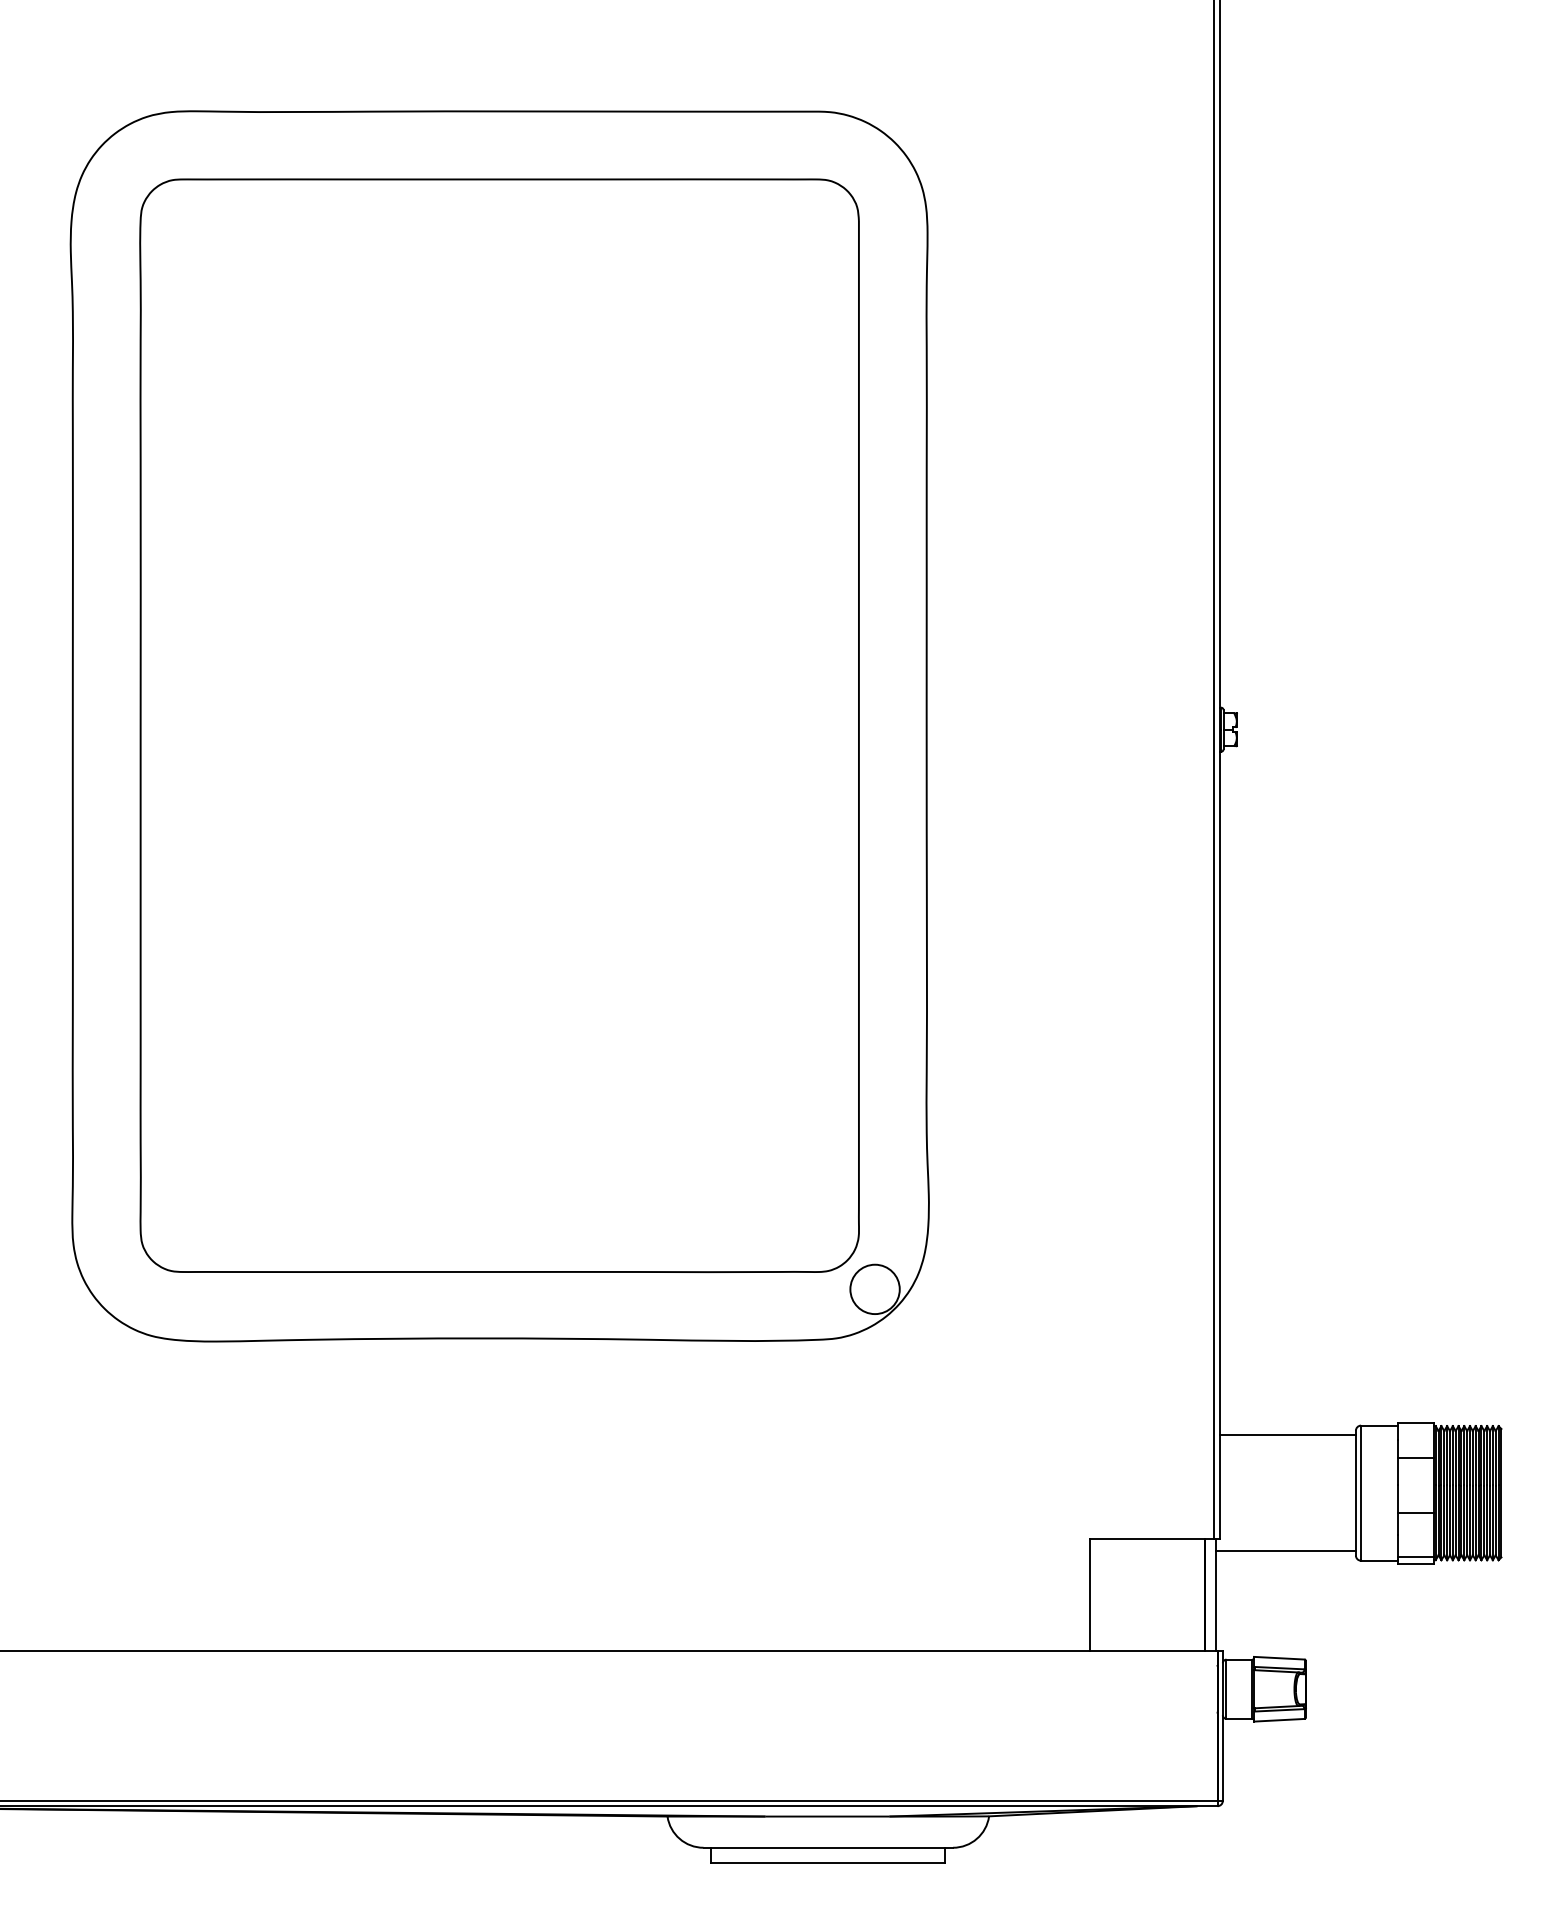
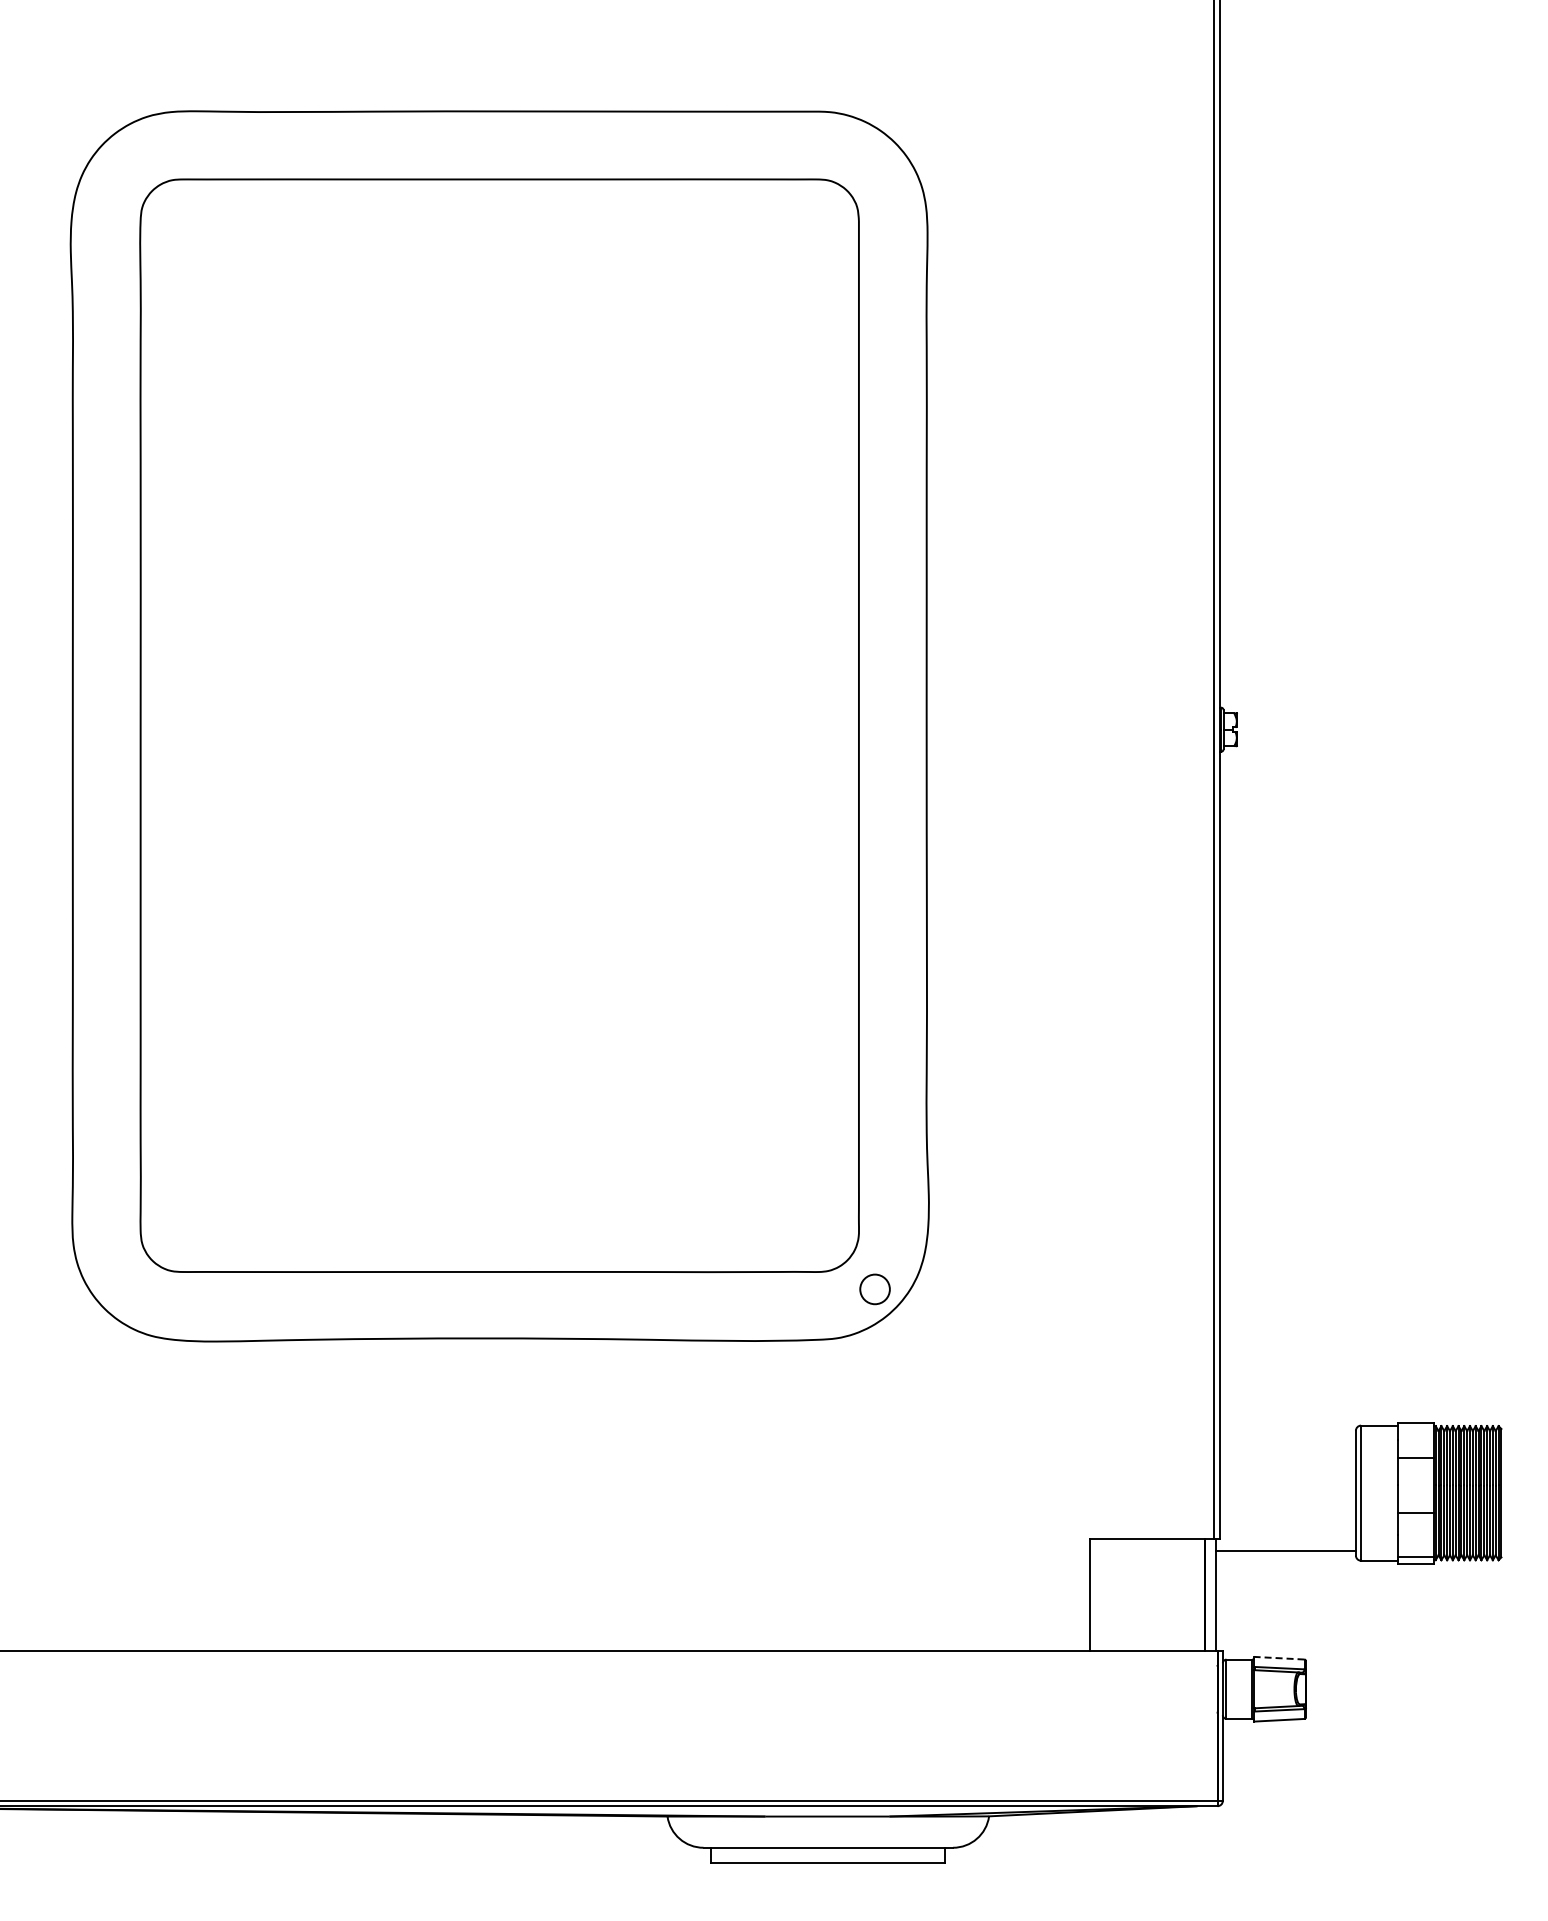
circle at (874, 1289) diameter: 49 px -> 30 px
line at (1287, 1435): present -> none
line at (1278, 1658): solid -> dashed
